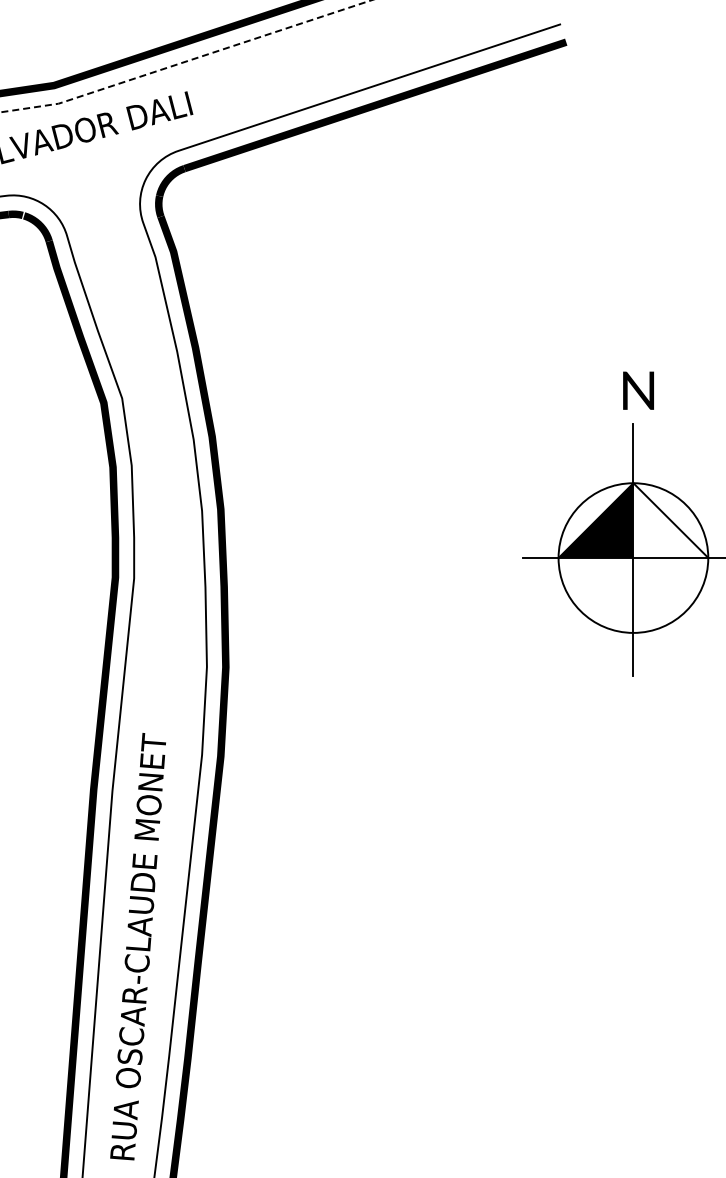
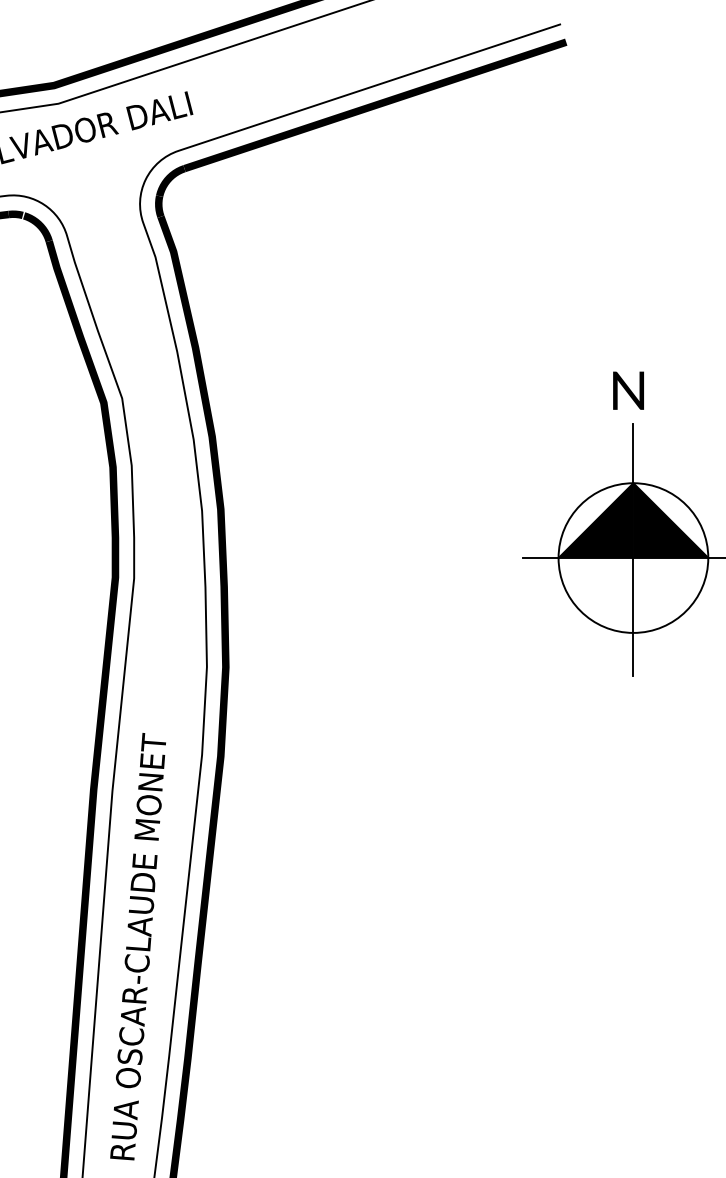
line at (186, 61): dashed -> solid
text at (638, 390) position: (638, 390) -> (628, 390)
fill at (670, 520): none -> present
